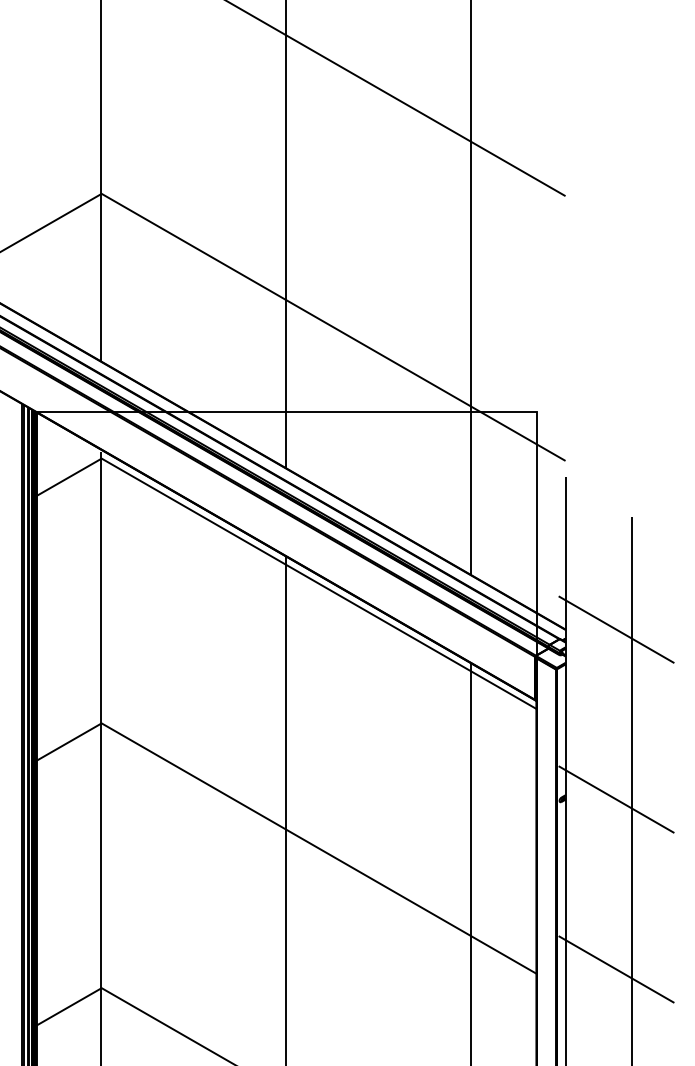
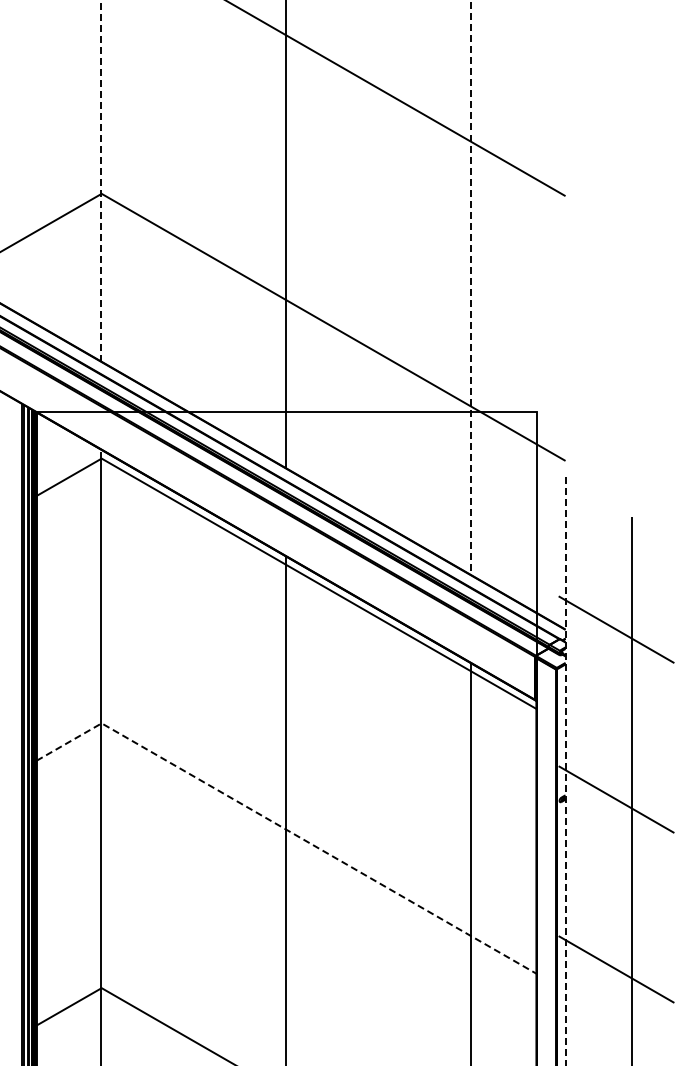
line at (101, 181): solid -> dashed
line at (470, 287): solid -> dashed
line at (565, 771): solid -> dashed
line at (285, 829): solid -> dashed
